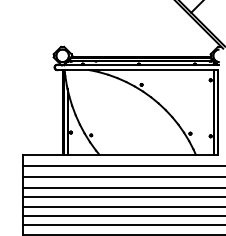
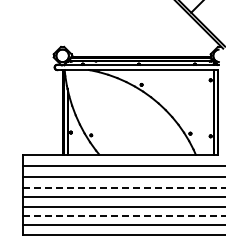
line at (125, 187): solid -> dashed
line at (125, 215): solid -> dashed
